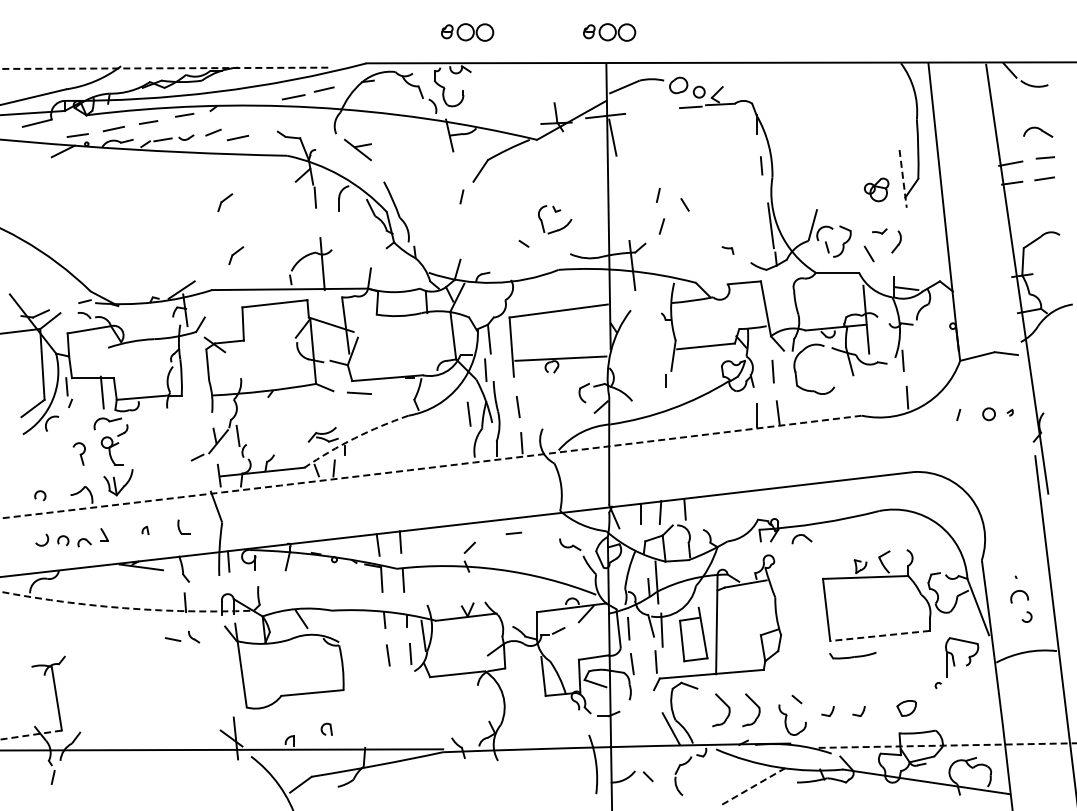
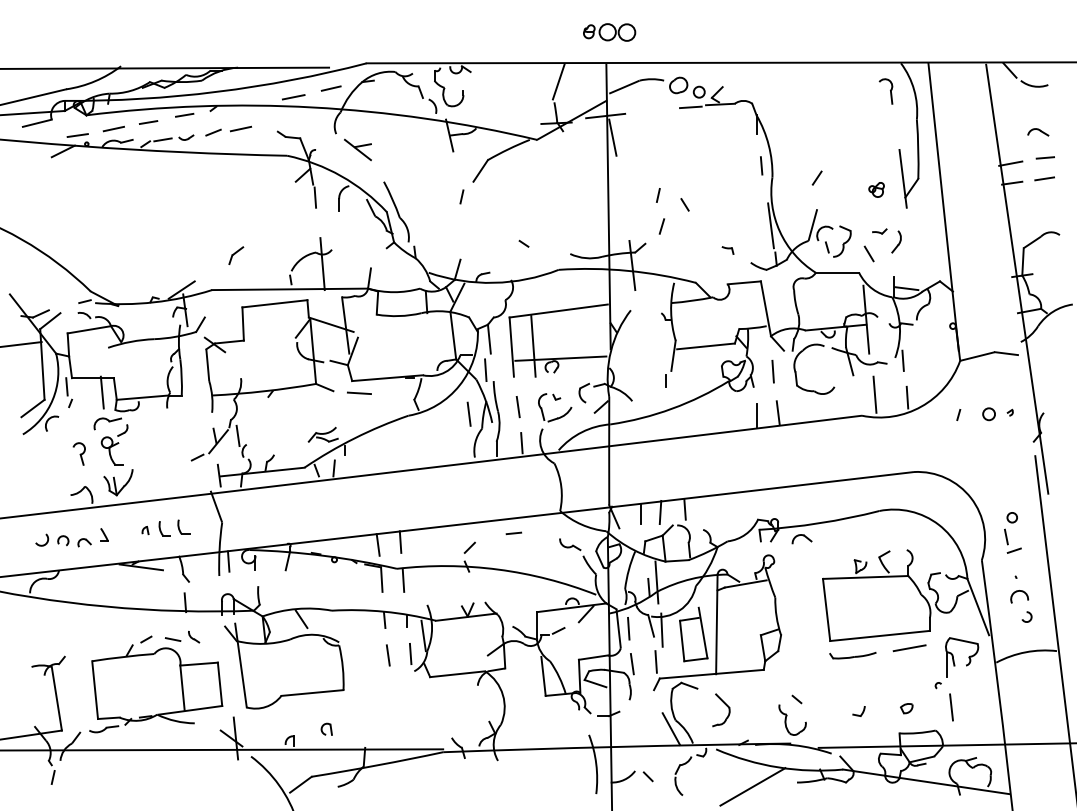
part at (467, 32): present -> none
line at (165, 68): dashed -> solid
line at (558, 81): none -> present
line at (323, 89) position: (323, 89) -> (330, 88)
part at (885, 91): none -> present
part at (1038, 131) size: 31x12 px -> 23x9 px
line at (237, 137) position: (237, 137) -> (240, 128)
line at (816, 177): none -> present
line at (903, 179): dashed -> solid
part at (876, 189) size: 26x26 px -> 17x16 px
part at (225, 202): present -> none
part at (555, 212) position: (555, 212) -> (555, 400)
line at (20, 331) position: (20, 331) -> (21, 344)
line at (533, 346): none -> present
line at (874, 394): none -> present
arc at (354, 438): dashed -> solid
arc at (431, 467): dashed -> solid
arc at (40, 492): present -> none
part at (164, 528): none -> present
part at (1012, 532): none -> present
arc at (126, 608): dashed -> solid
line at (879, 636): dashed -> solid
line at (909, 648): none -> present
part at (156, 684): none -> present
part at (755, 705): present -> none
line at (951, 707): none -> present
part at (906, 708) size: 21x17 px -> 14x12 px
part at (827, 711): present -> none
line at (30, 735): dashed -> solid
line at (947, 745): dashed -> solid
line at (752, 786): dashed -> solid
